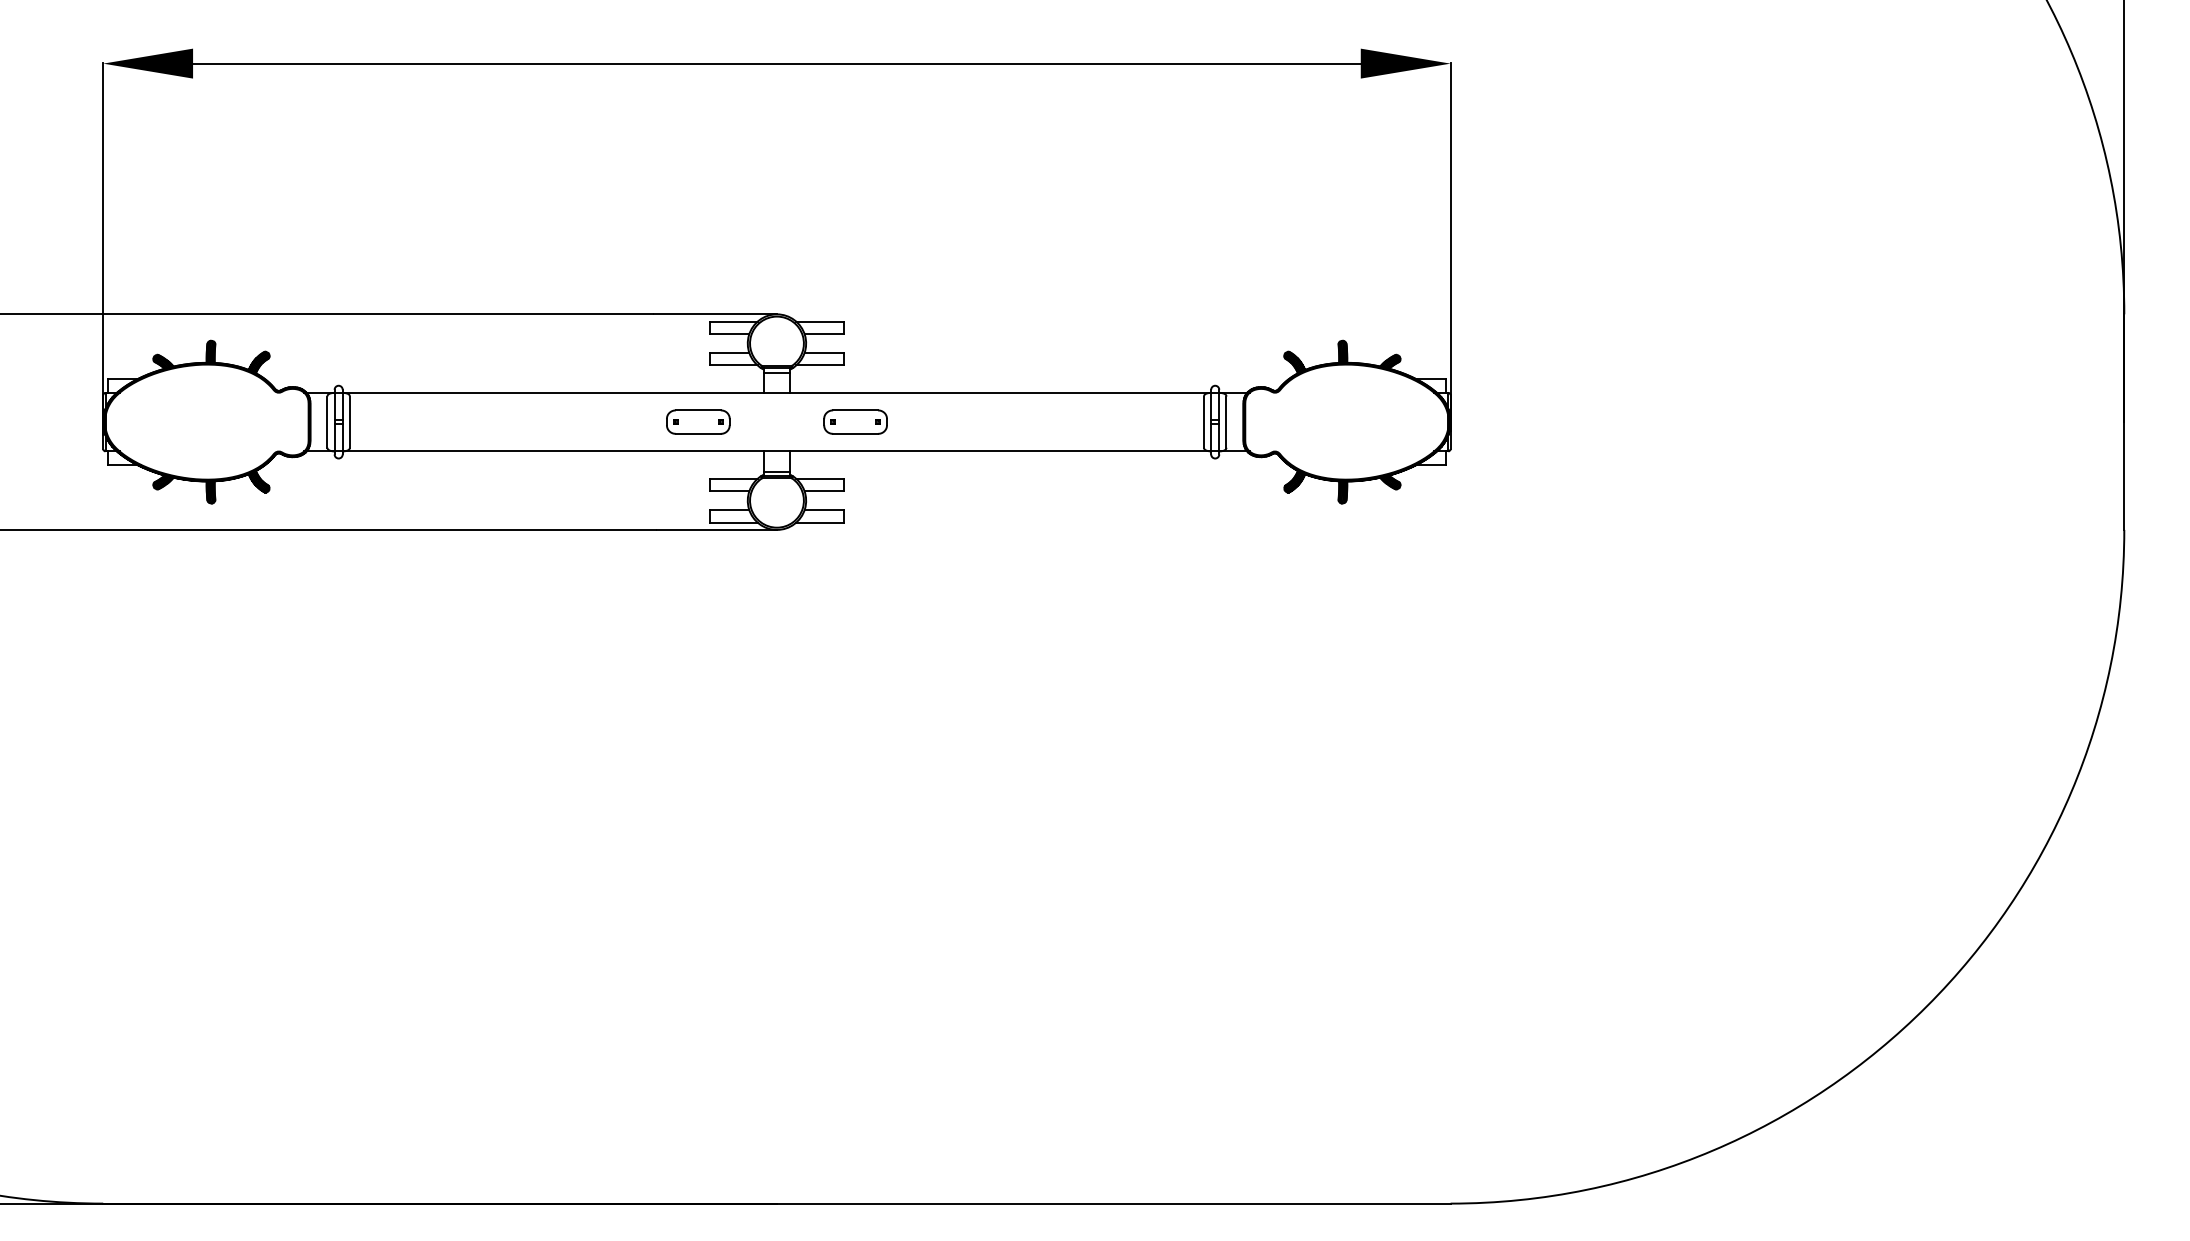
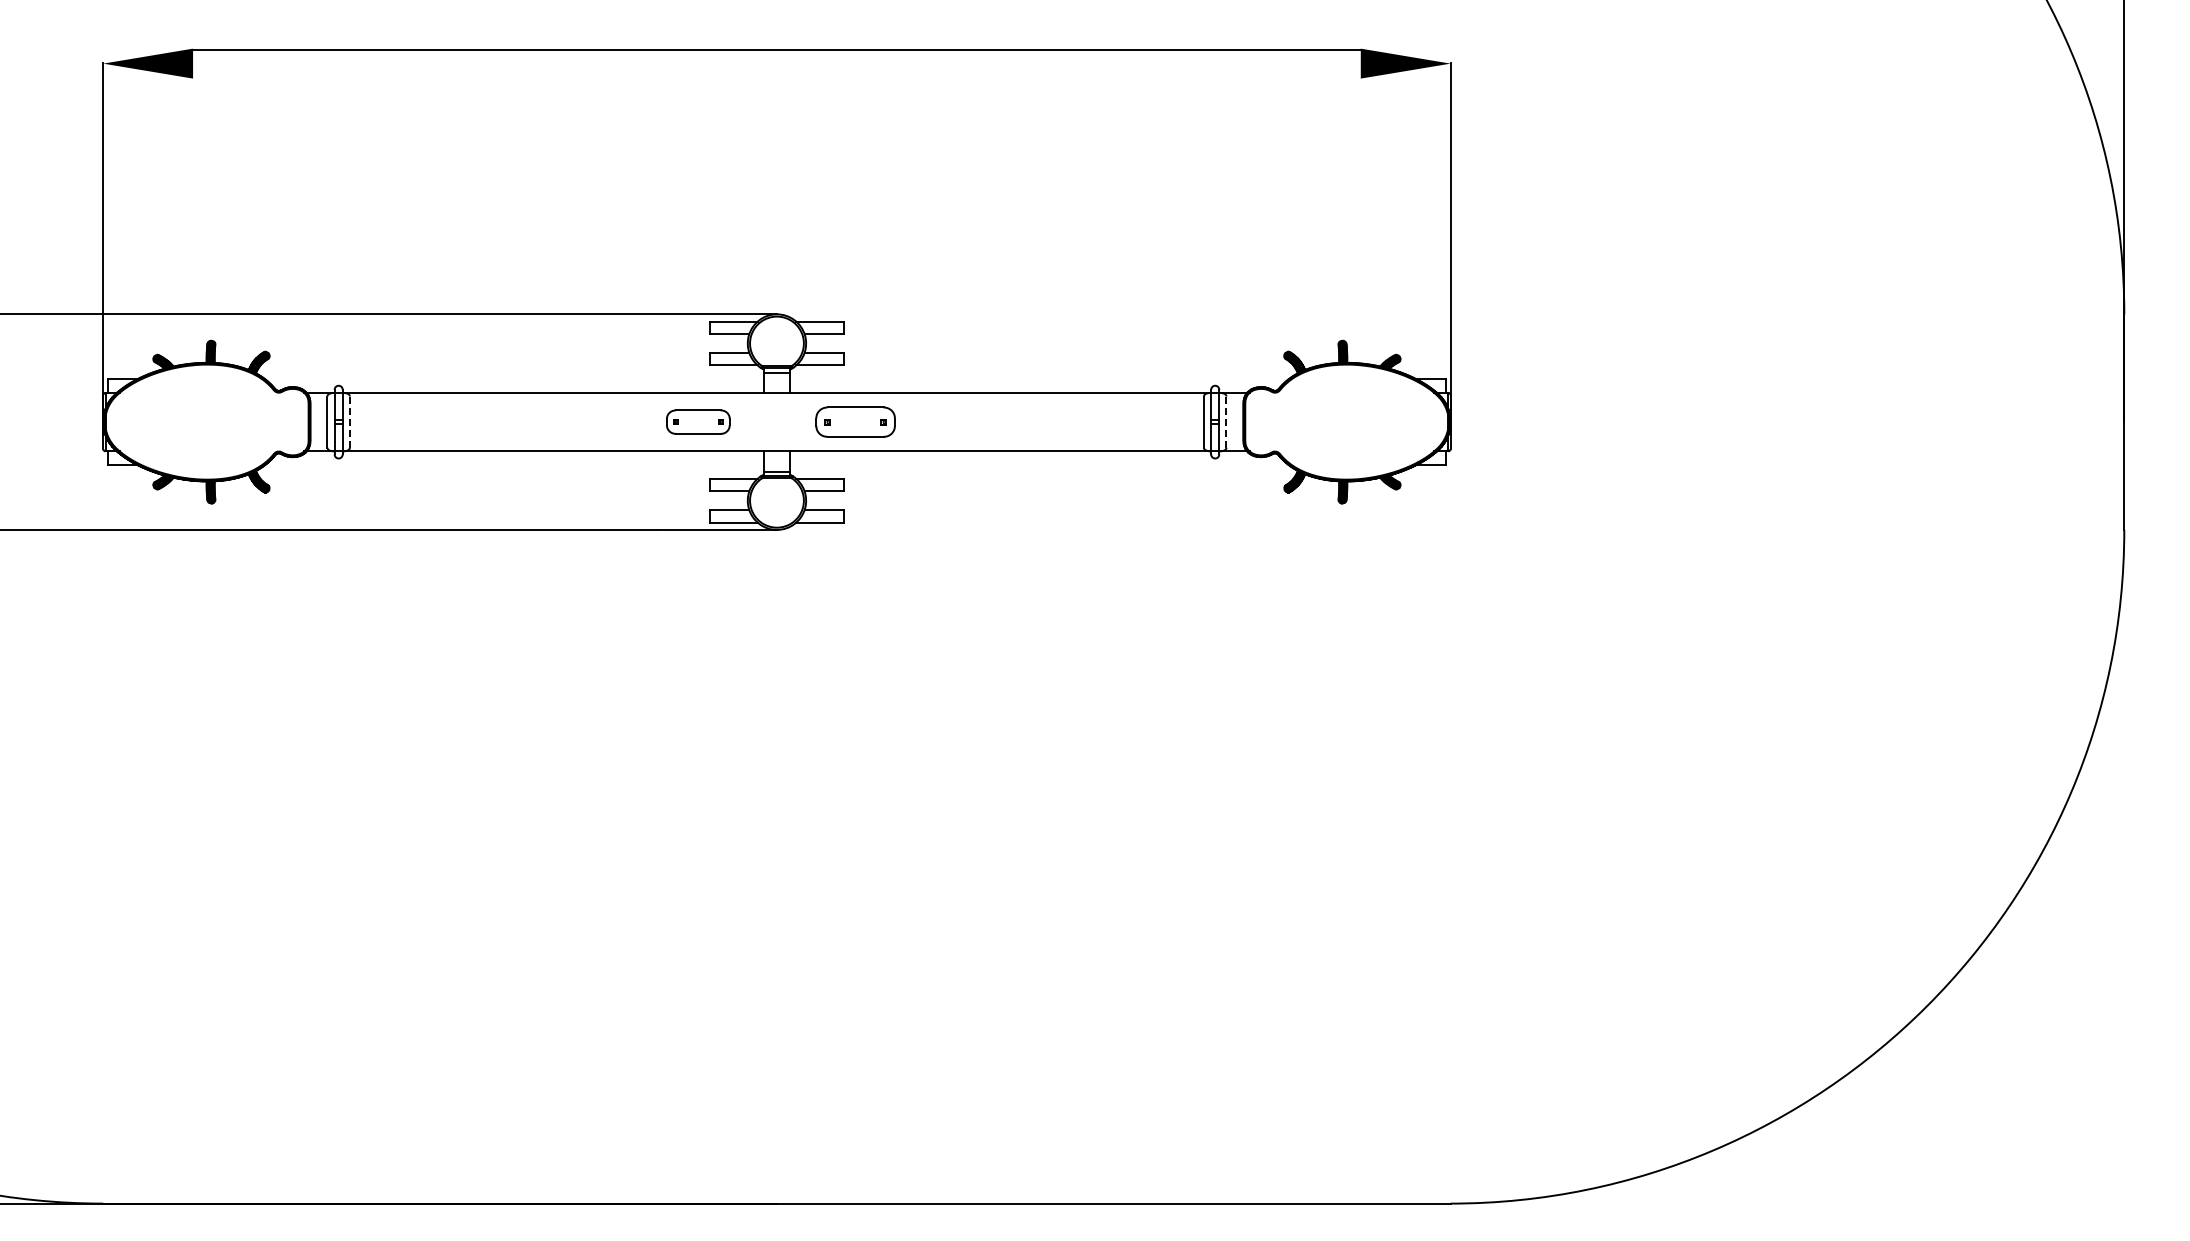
line at (776, 63) position: (776, 63) -> (776, 49)
part at (855, 421) size: 65x26 px -> 81x32 px
line at (349, 422): solid -> dashed
line at (1226, 422): solid -> dashed
